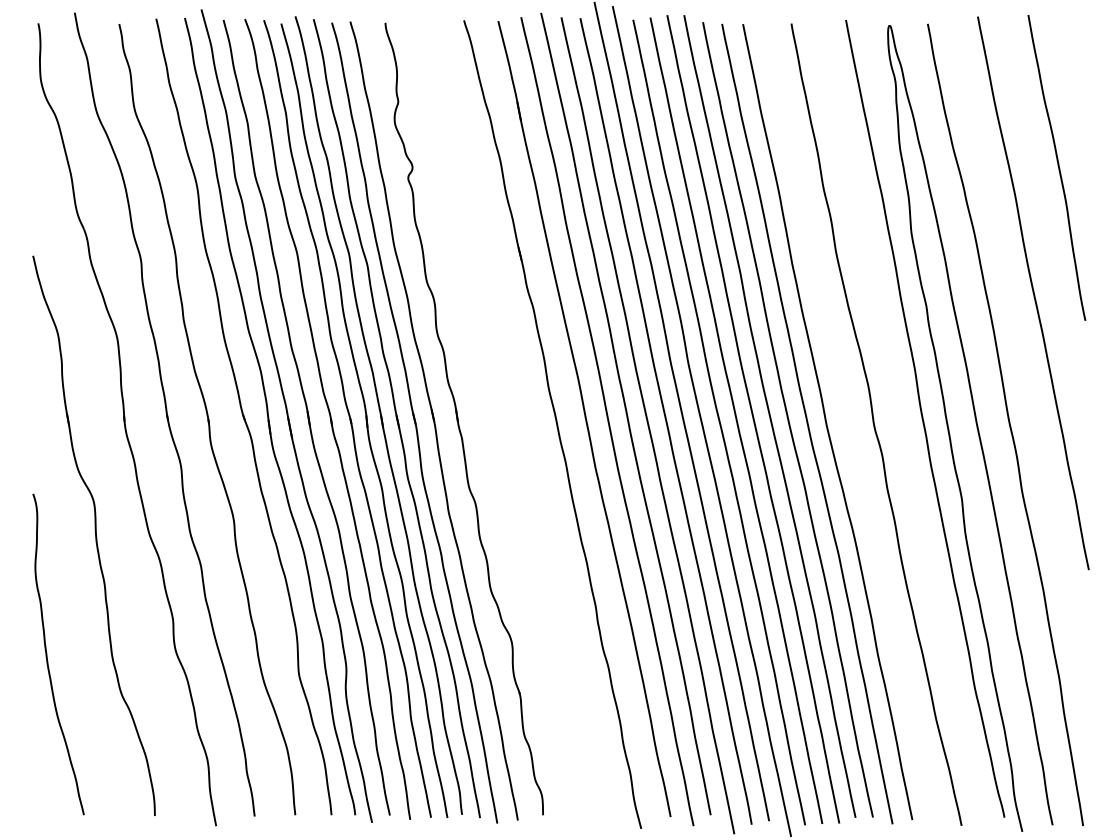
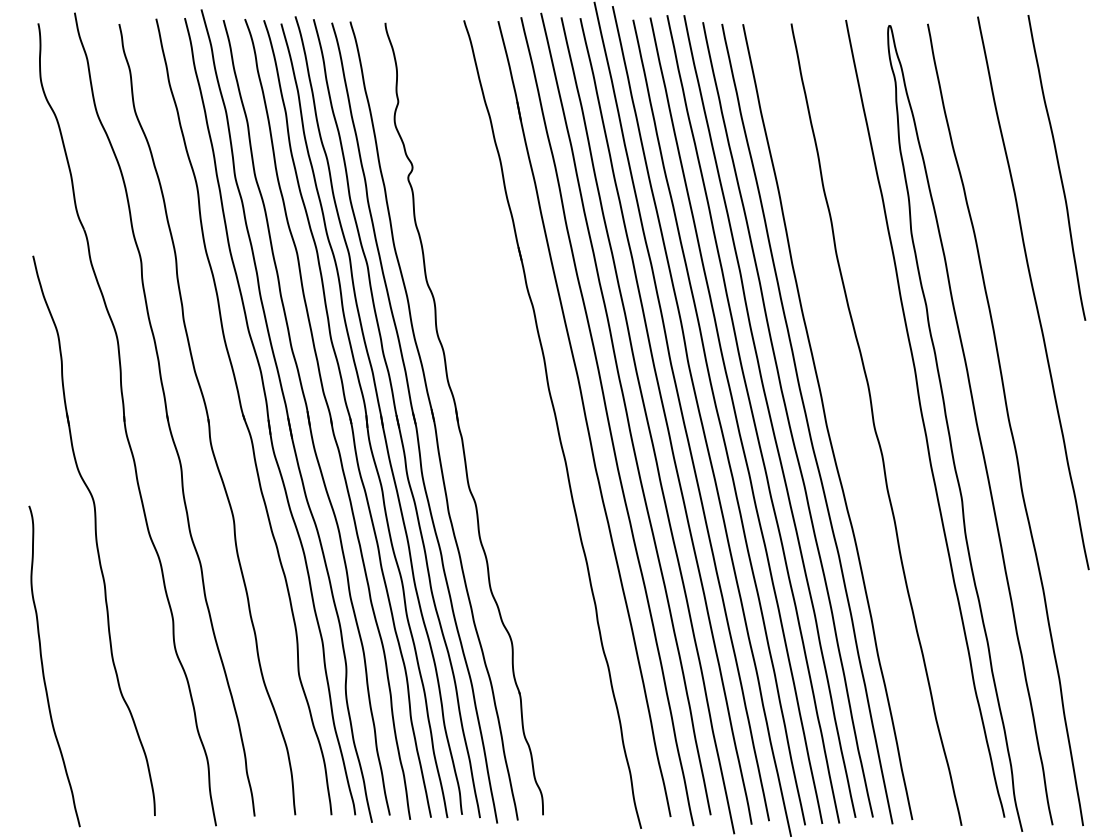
curve at (47, 654) position: (47, 654) -> (43, 666)
